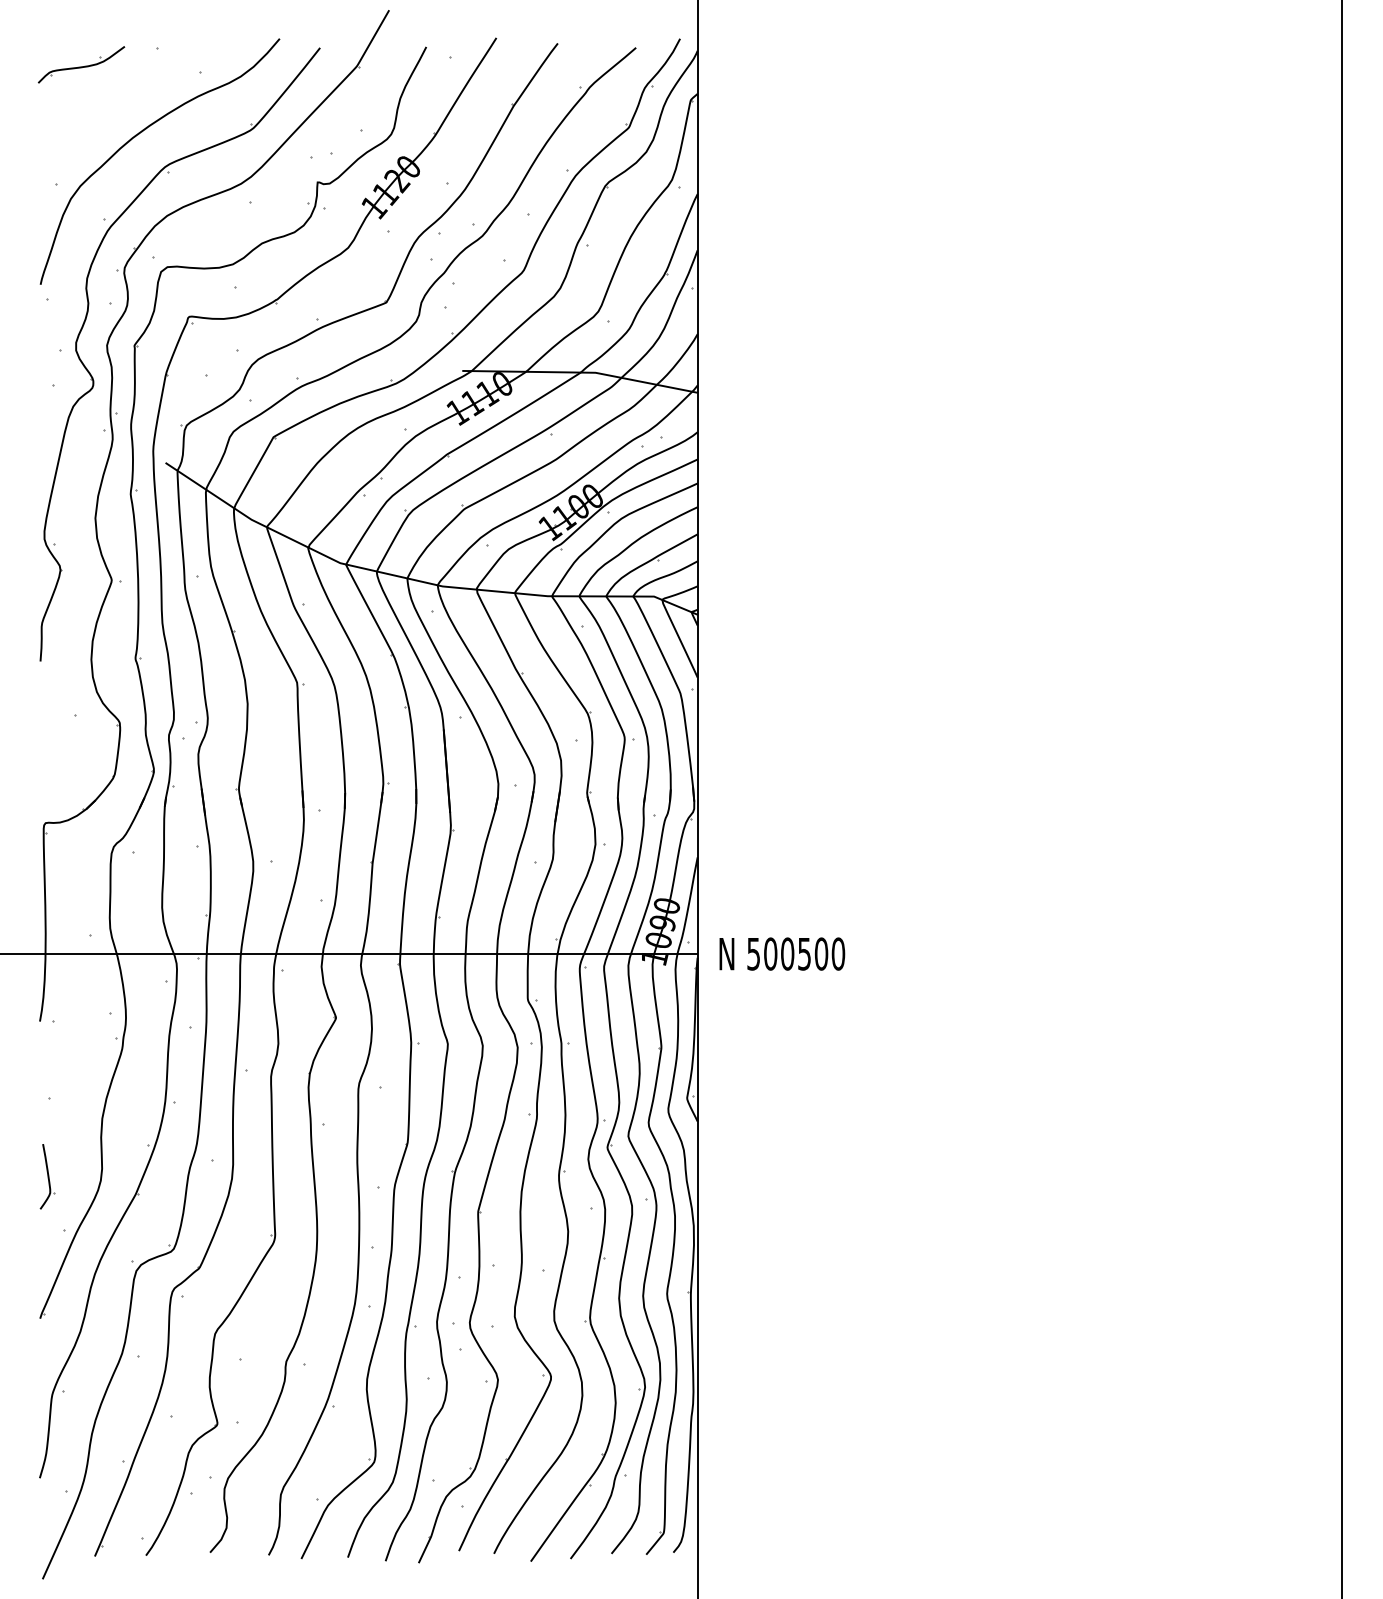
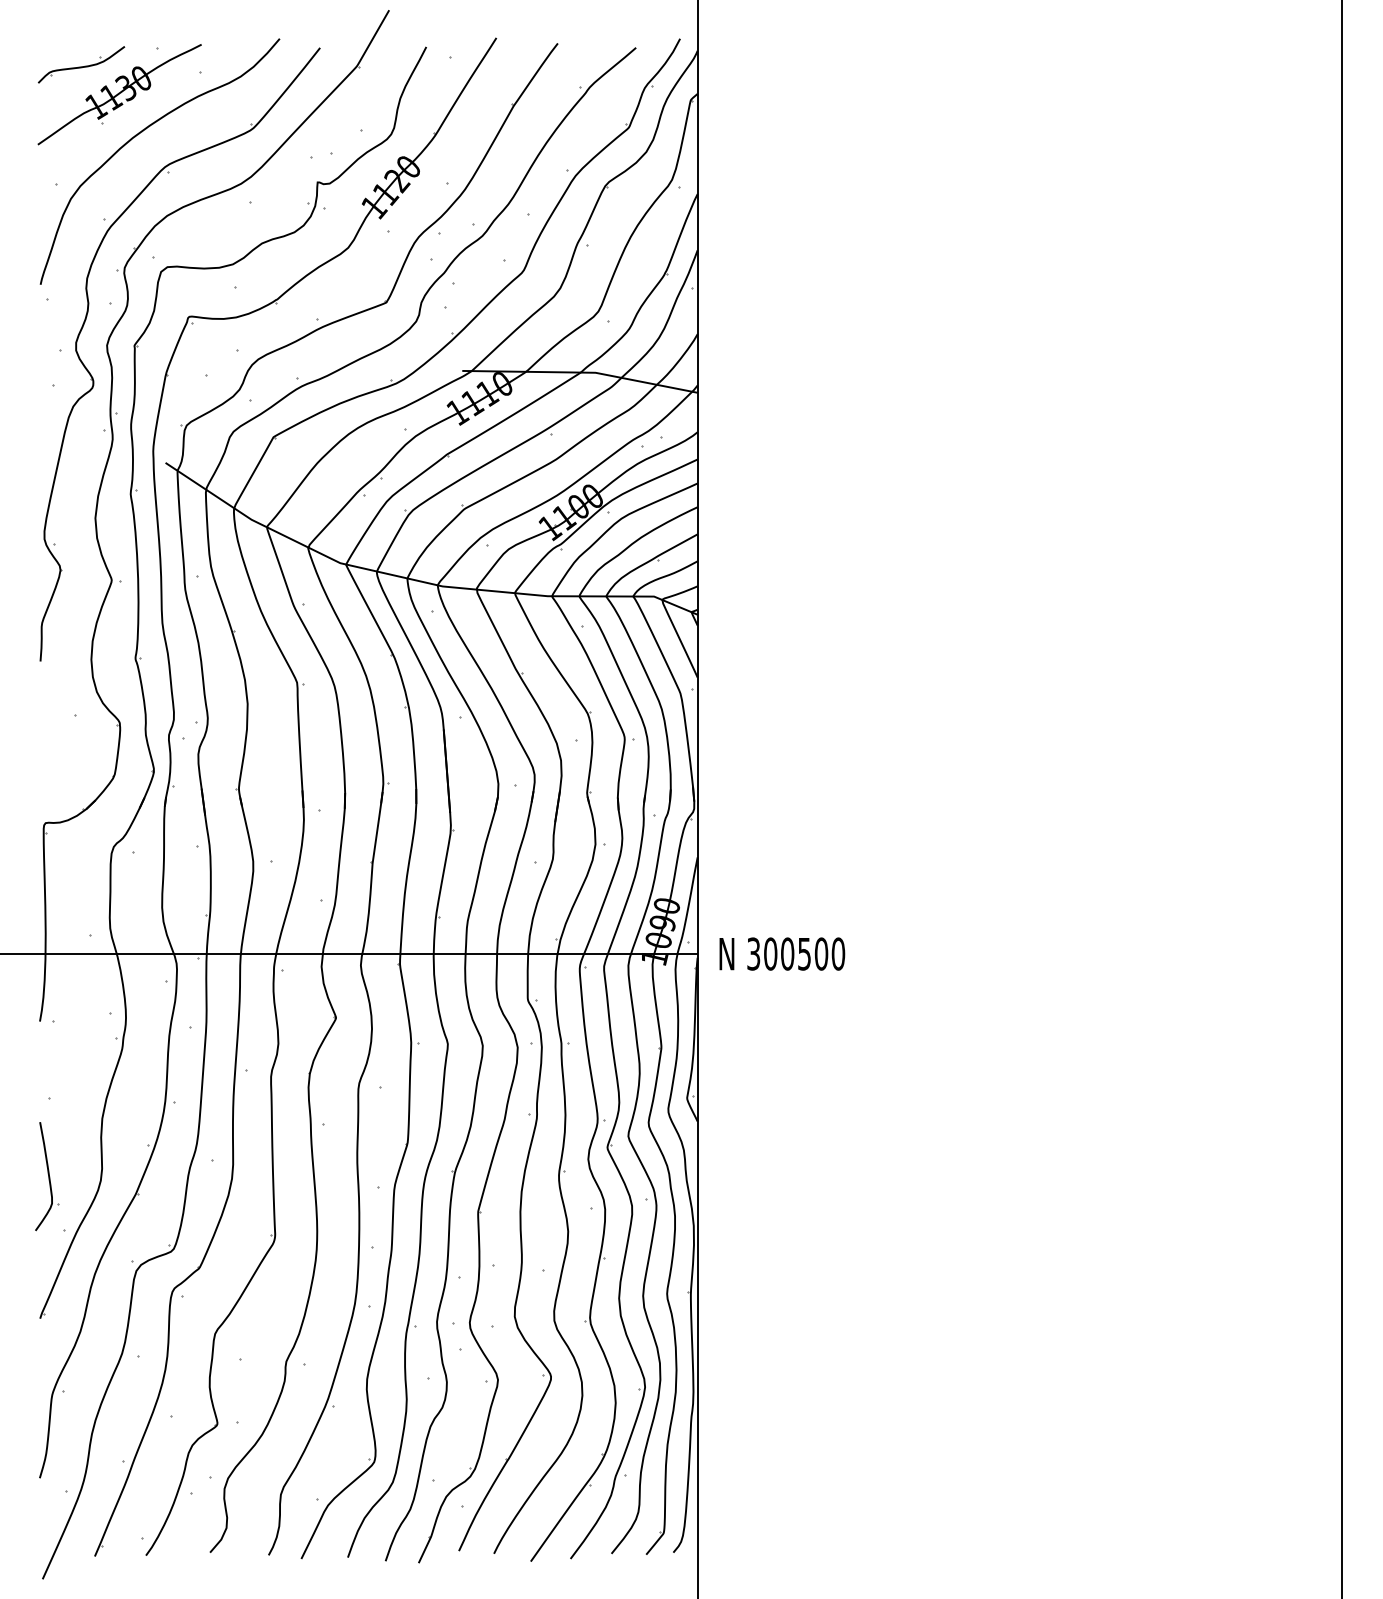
part at (119, 94): none -> present
text at (753, 953): 500500 -> 300500
part at (47, 1176) size: 17x66 px -> 25x110 px
